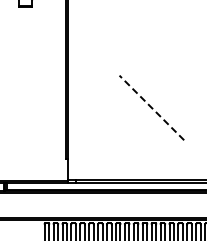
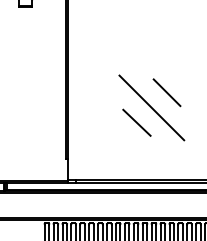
line at (166, 92): none -> present
line at (151, 107): dashed -> solid
line at (136, 122): none -> present
